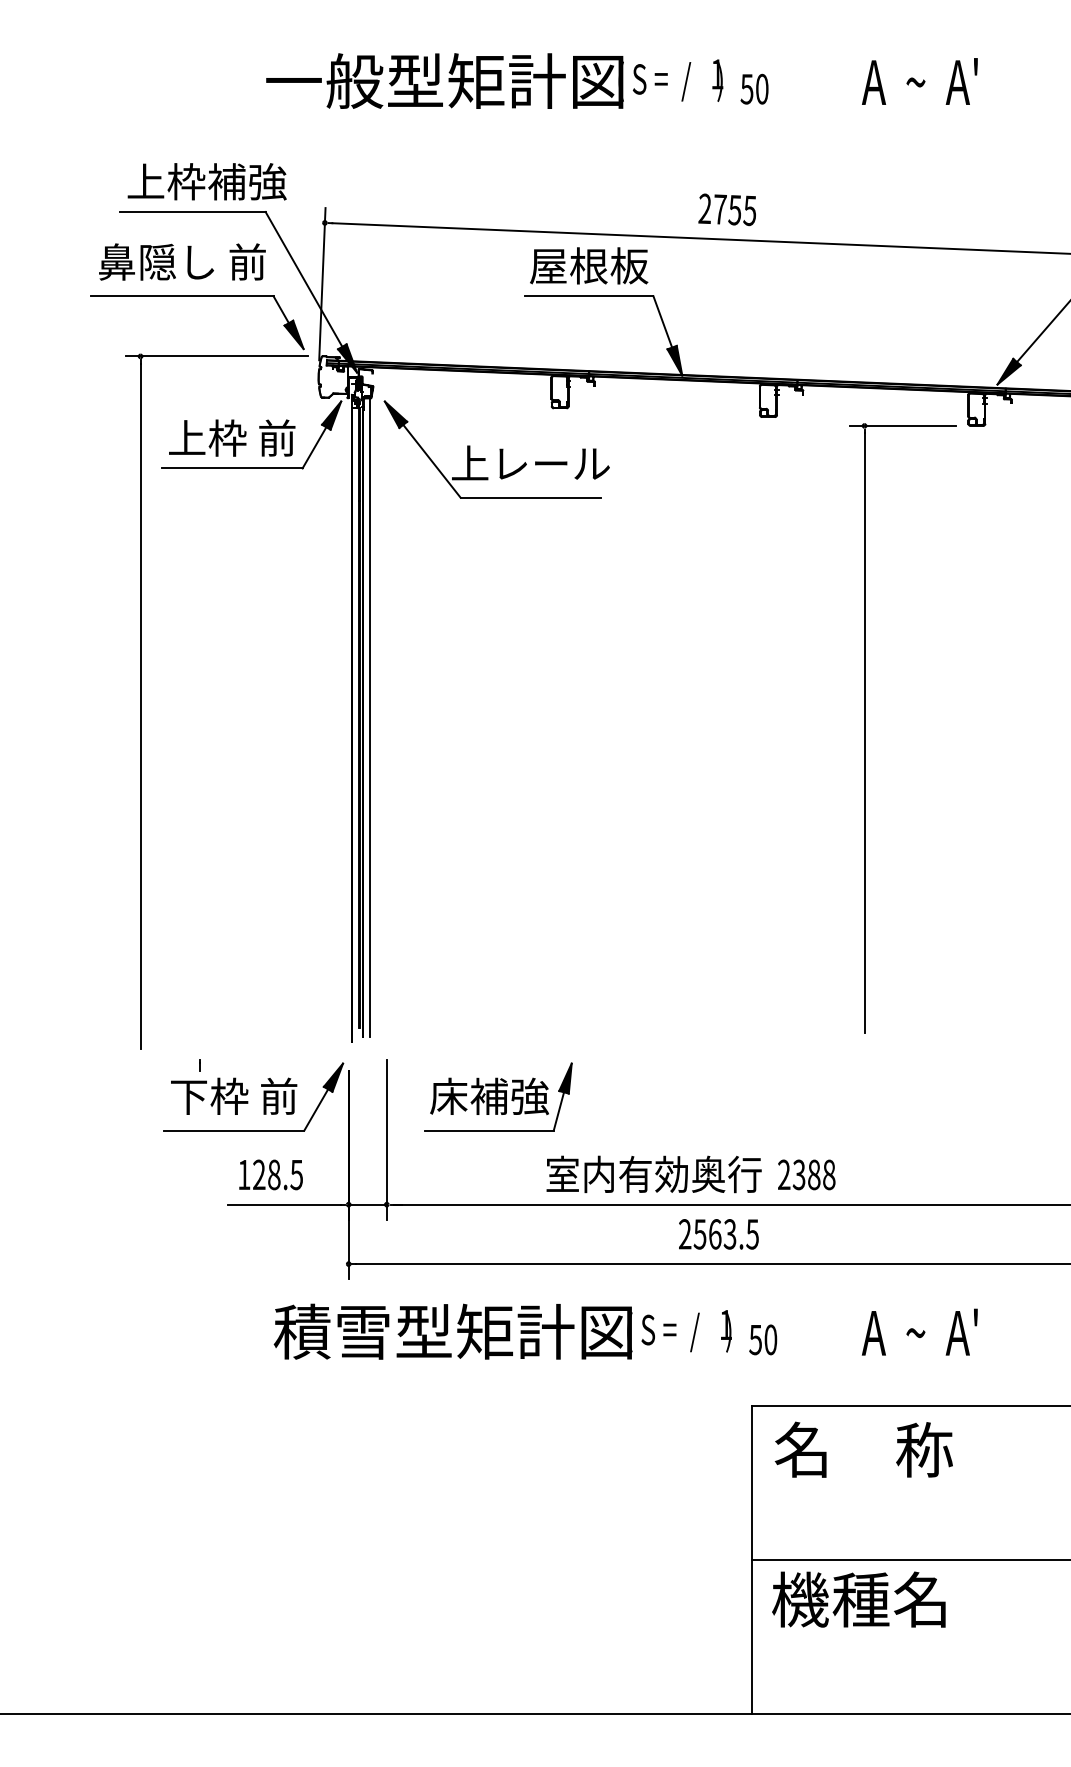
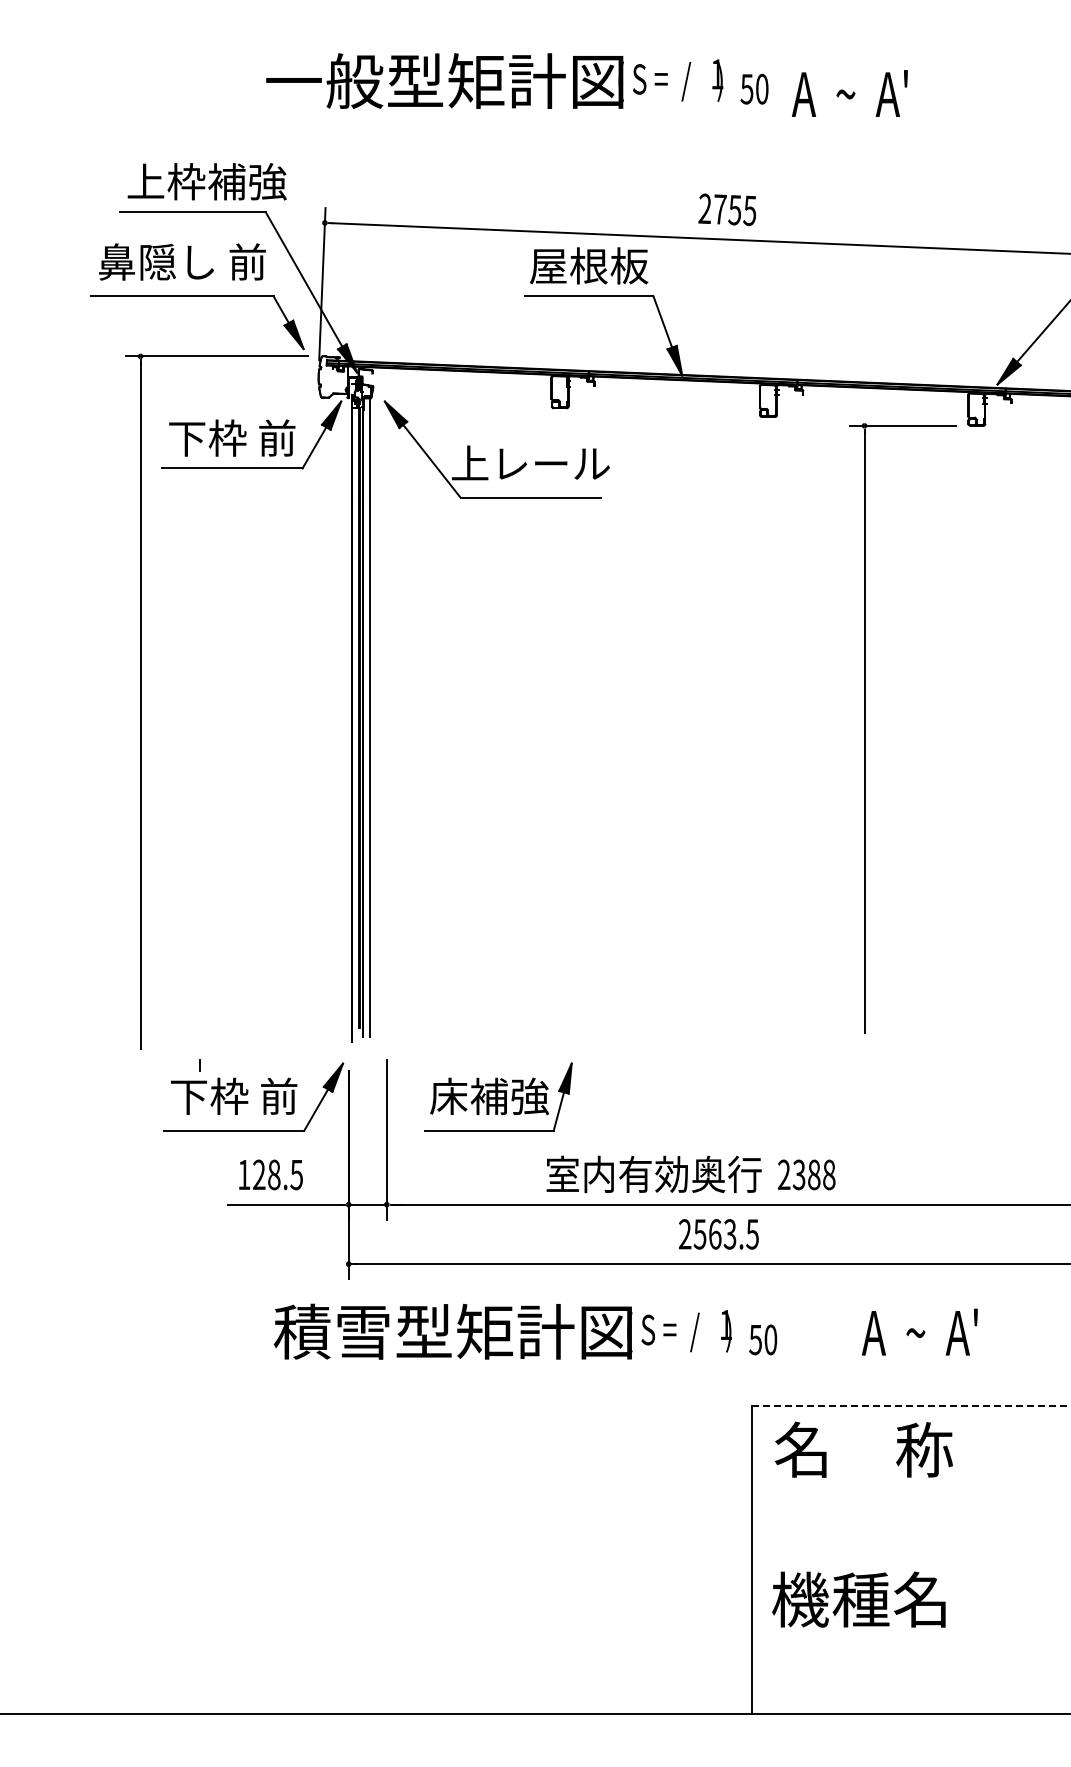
text at (919, 81) position: (919, 81) -> (849, 93)
text at (187, 438): 上枠 前 -> 下枠 前
line at (911, 1406): solid -> dashed
line at (909, 1560): present -> none
